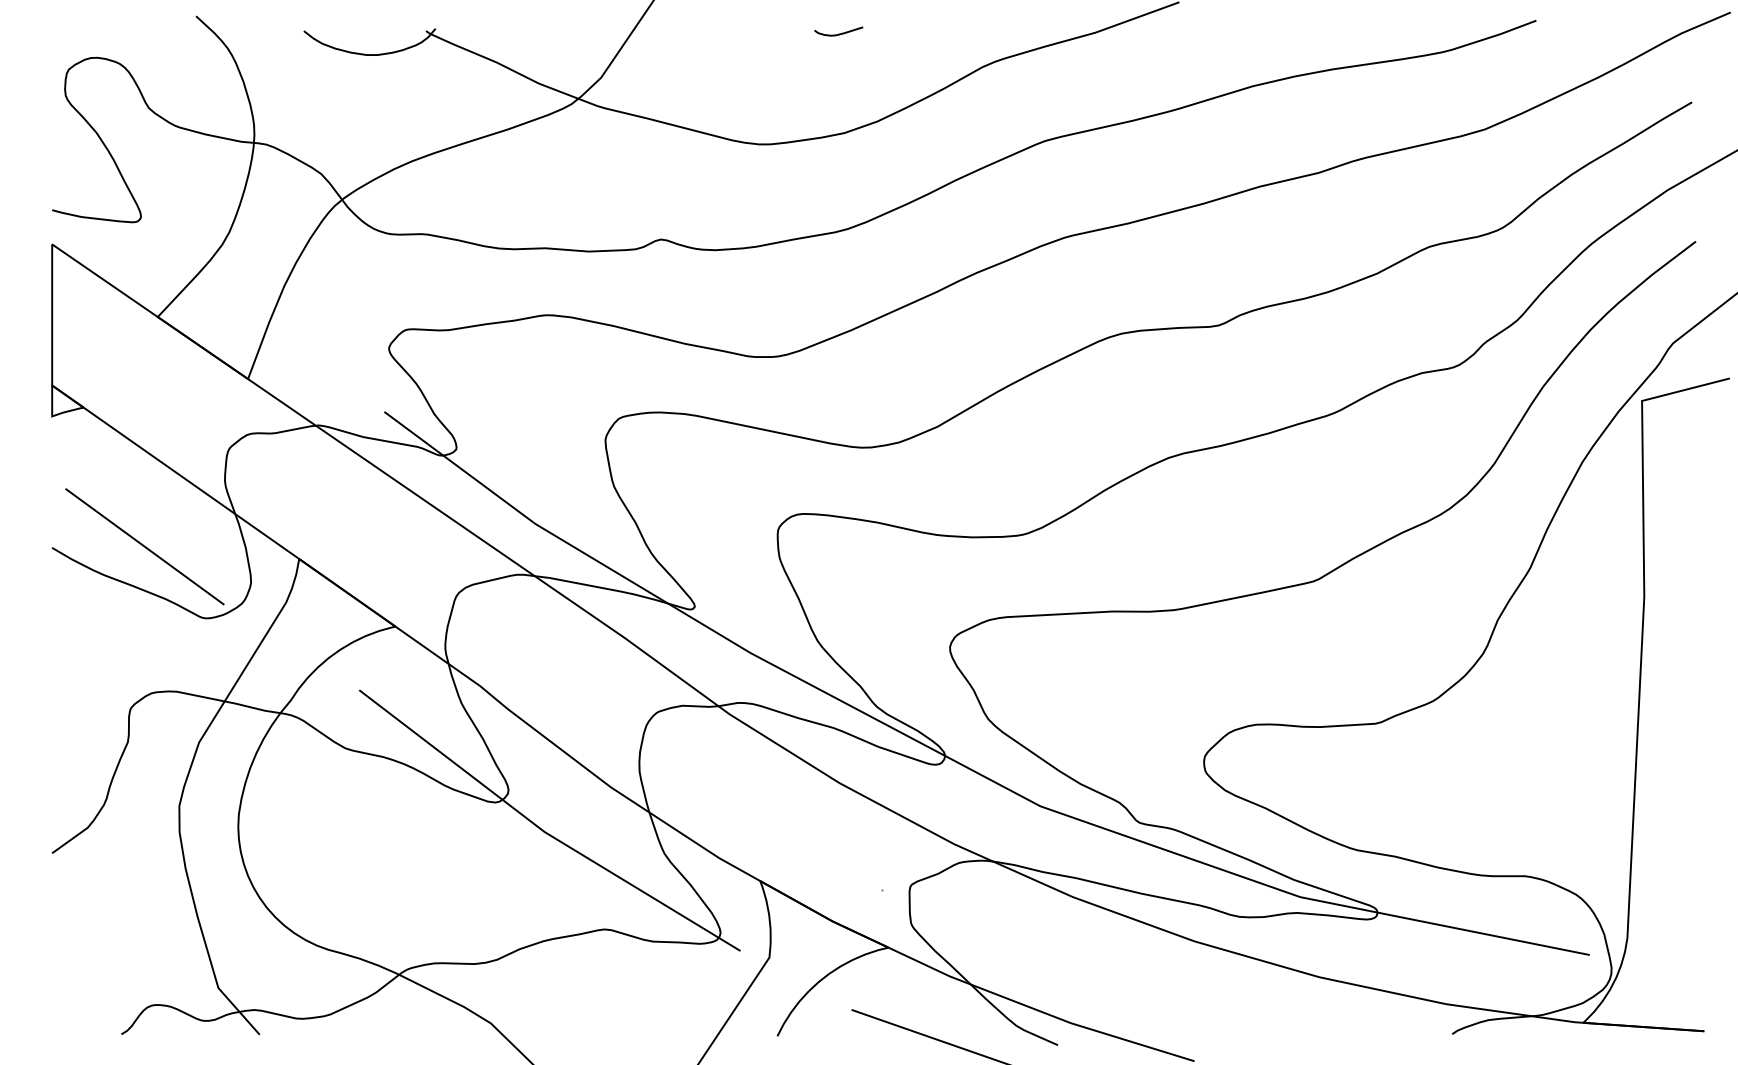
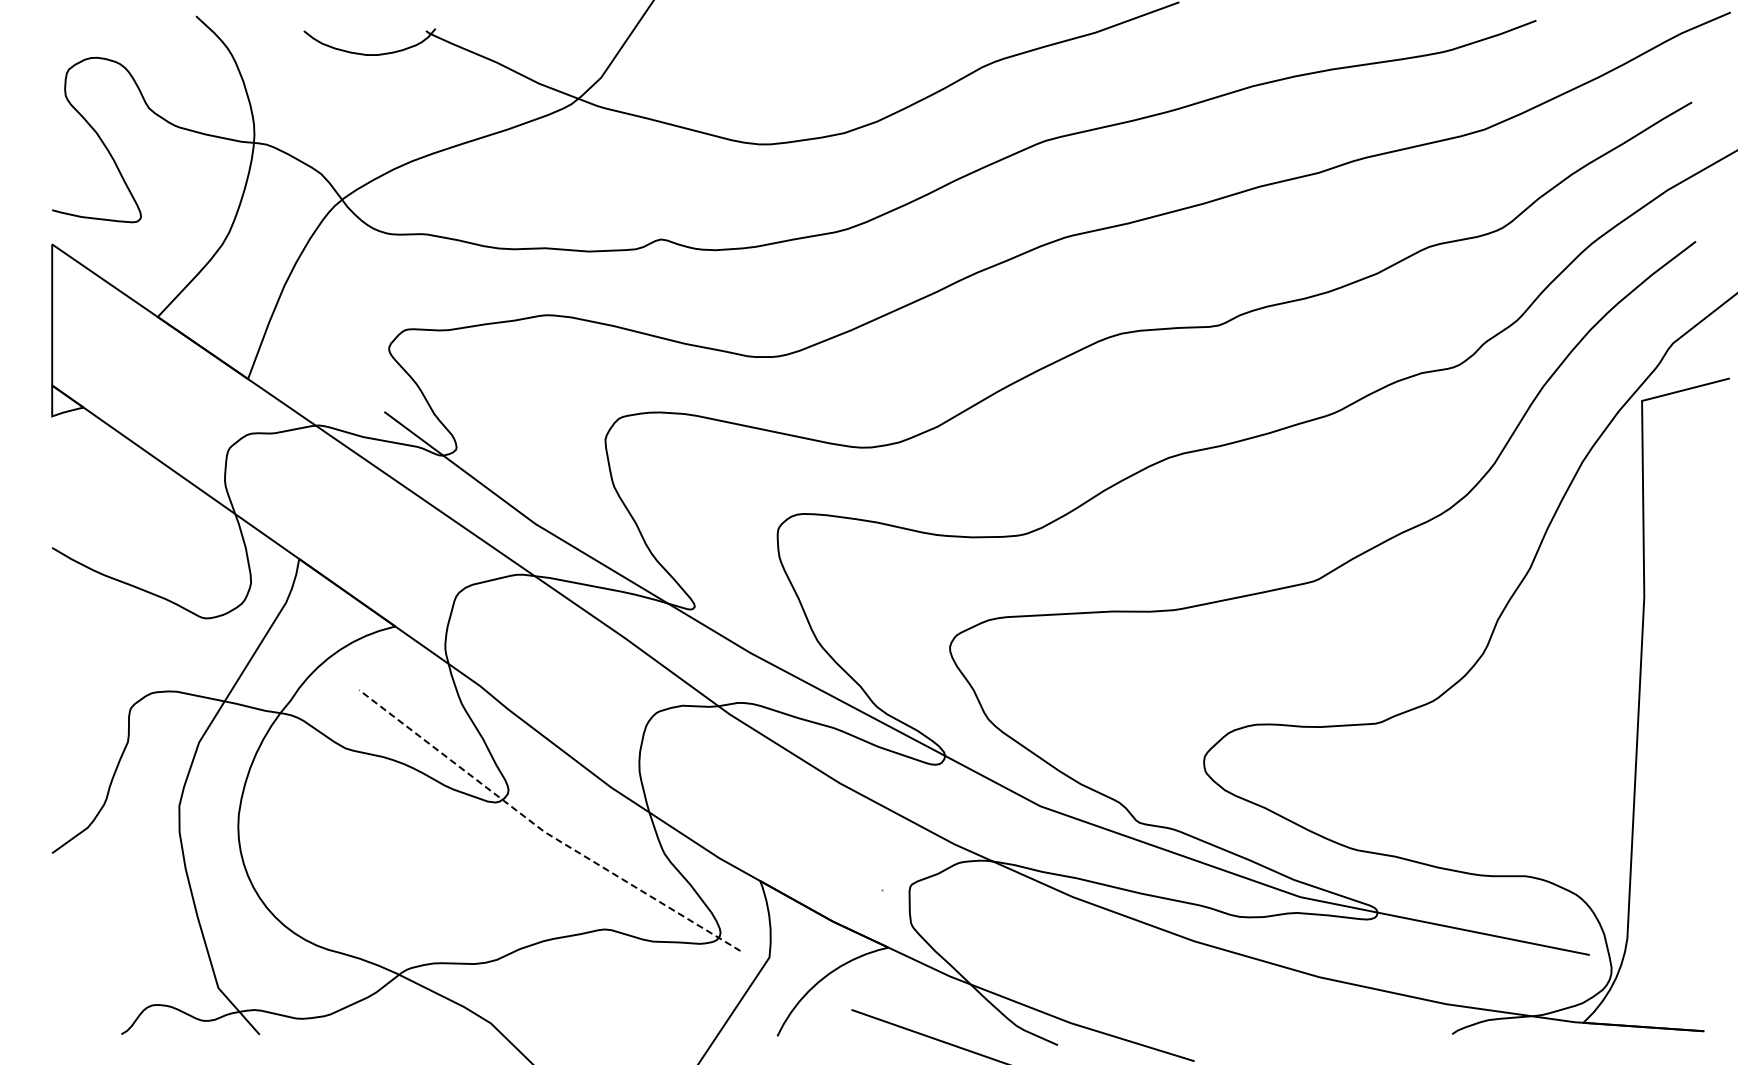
curve at (838, 33): present -> none
line at (144, 546): present -> none
line at (543, 830): solid -> dashed
